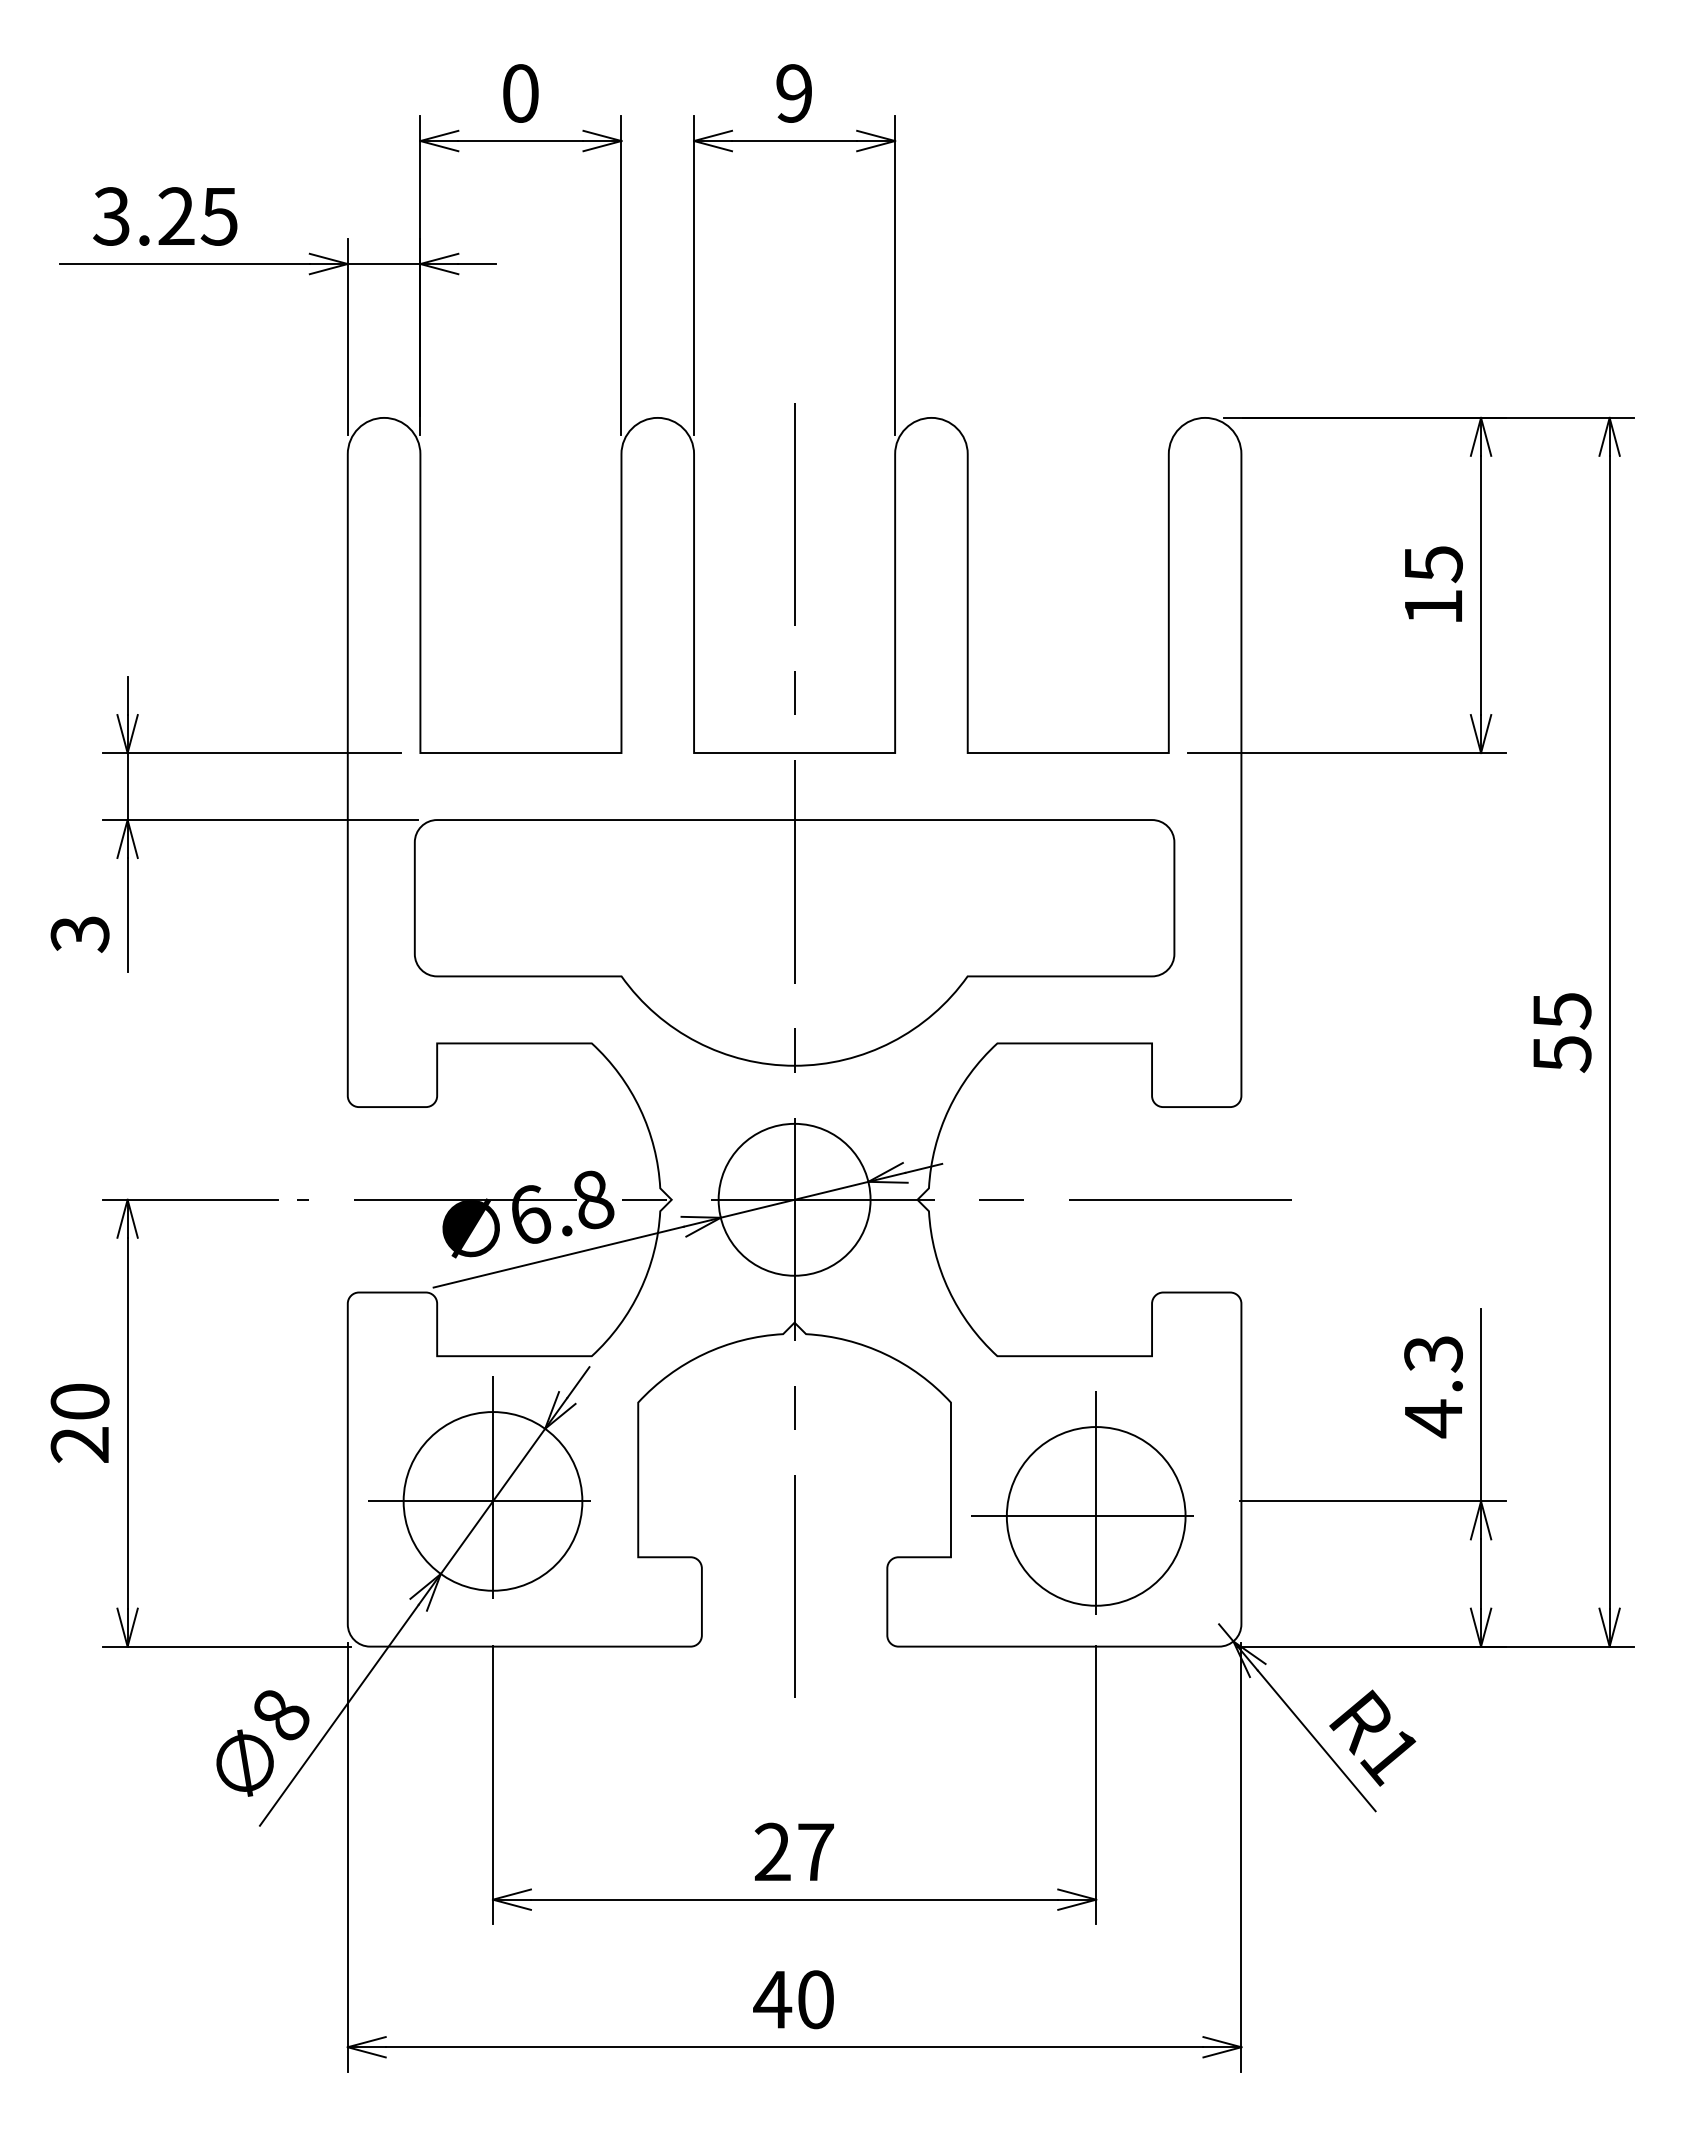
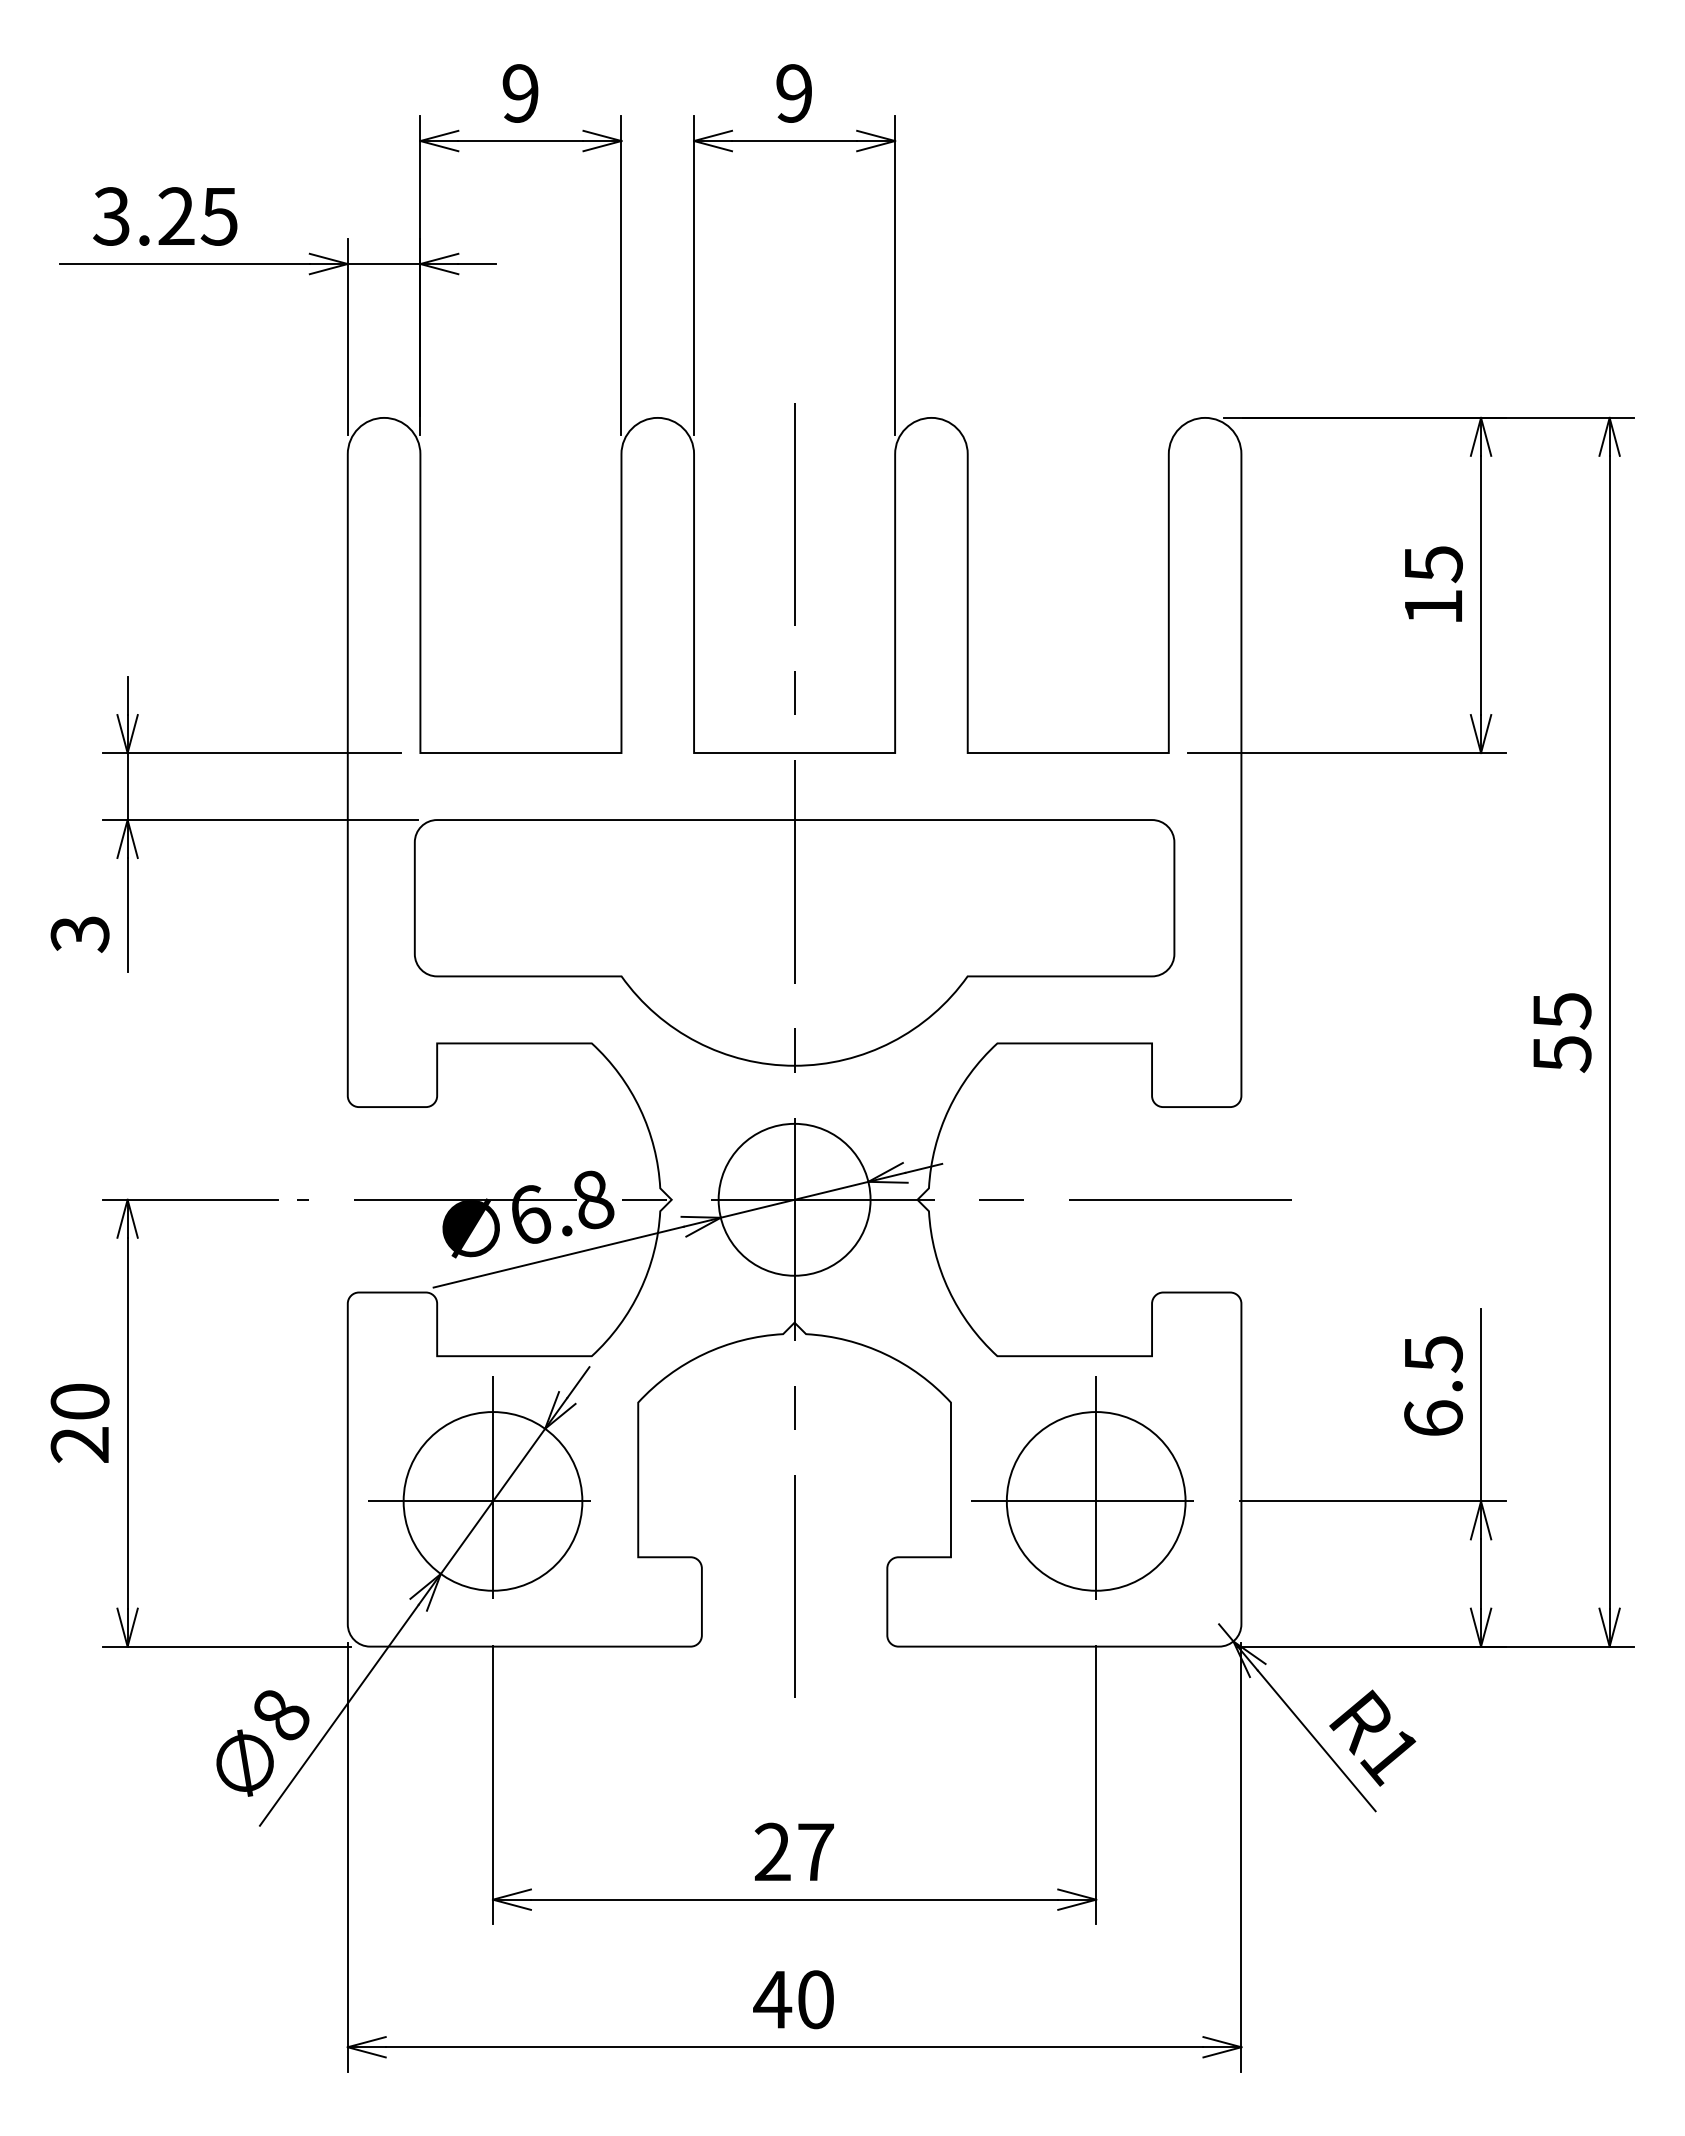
text at (520, 93): 0 -> 9
text at (1433, 1387): 4.3 -> 6.5
part at (1082, 1502) position: (1082, 1502) -> (1082, 1487)
